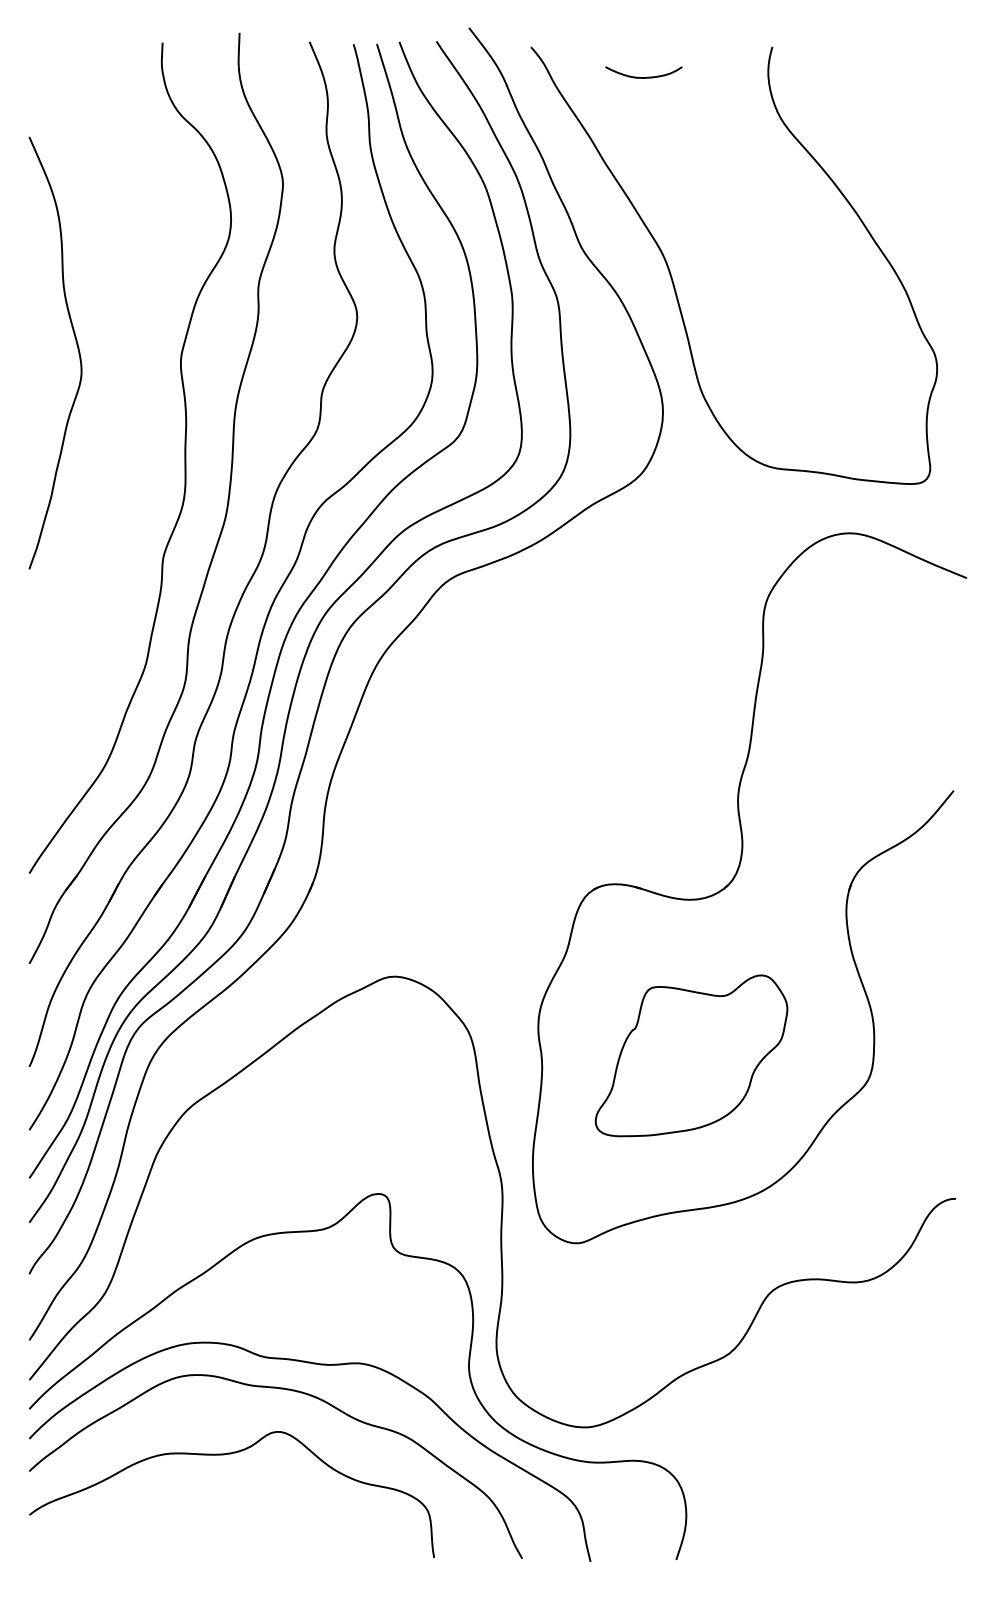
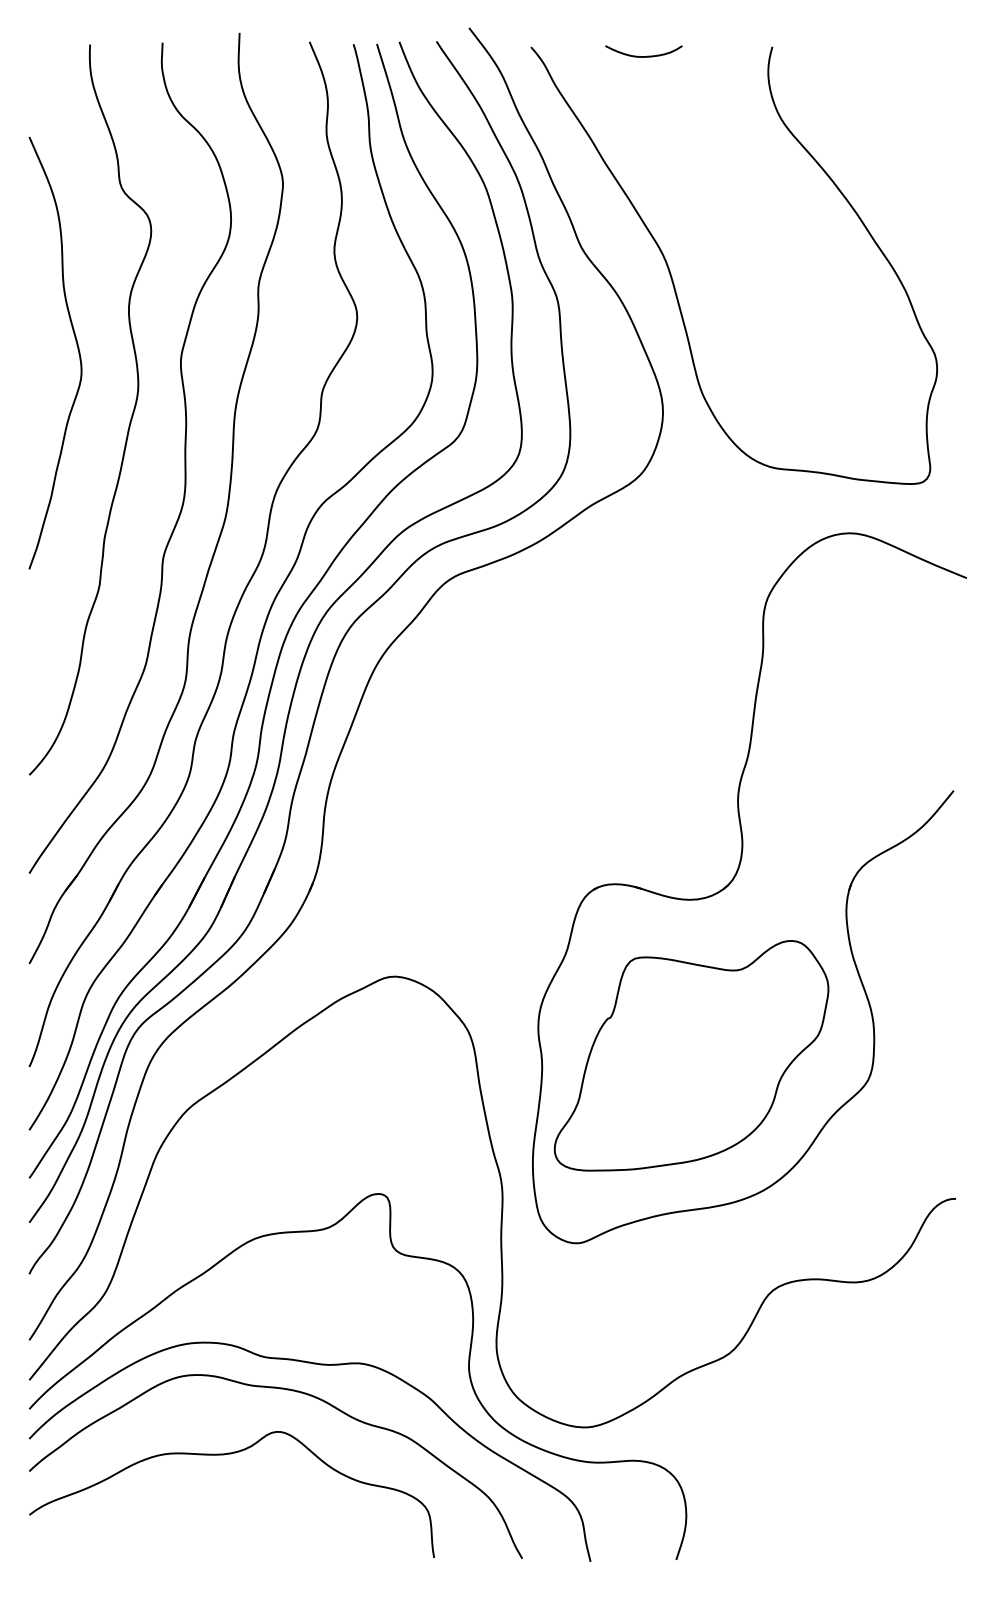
curve at (643, 77) position: (643, 77) -> (643, 56)
curve at (129, 421): none -> present
part at (691, 1055) size: 195x164 px -> 277x232 px
